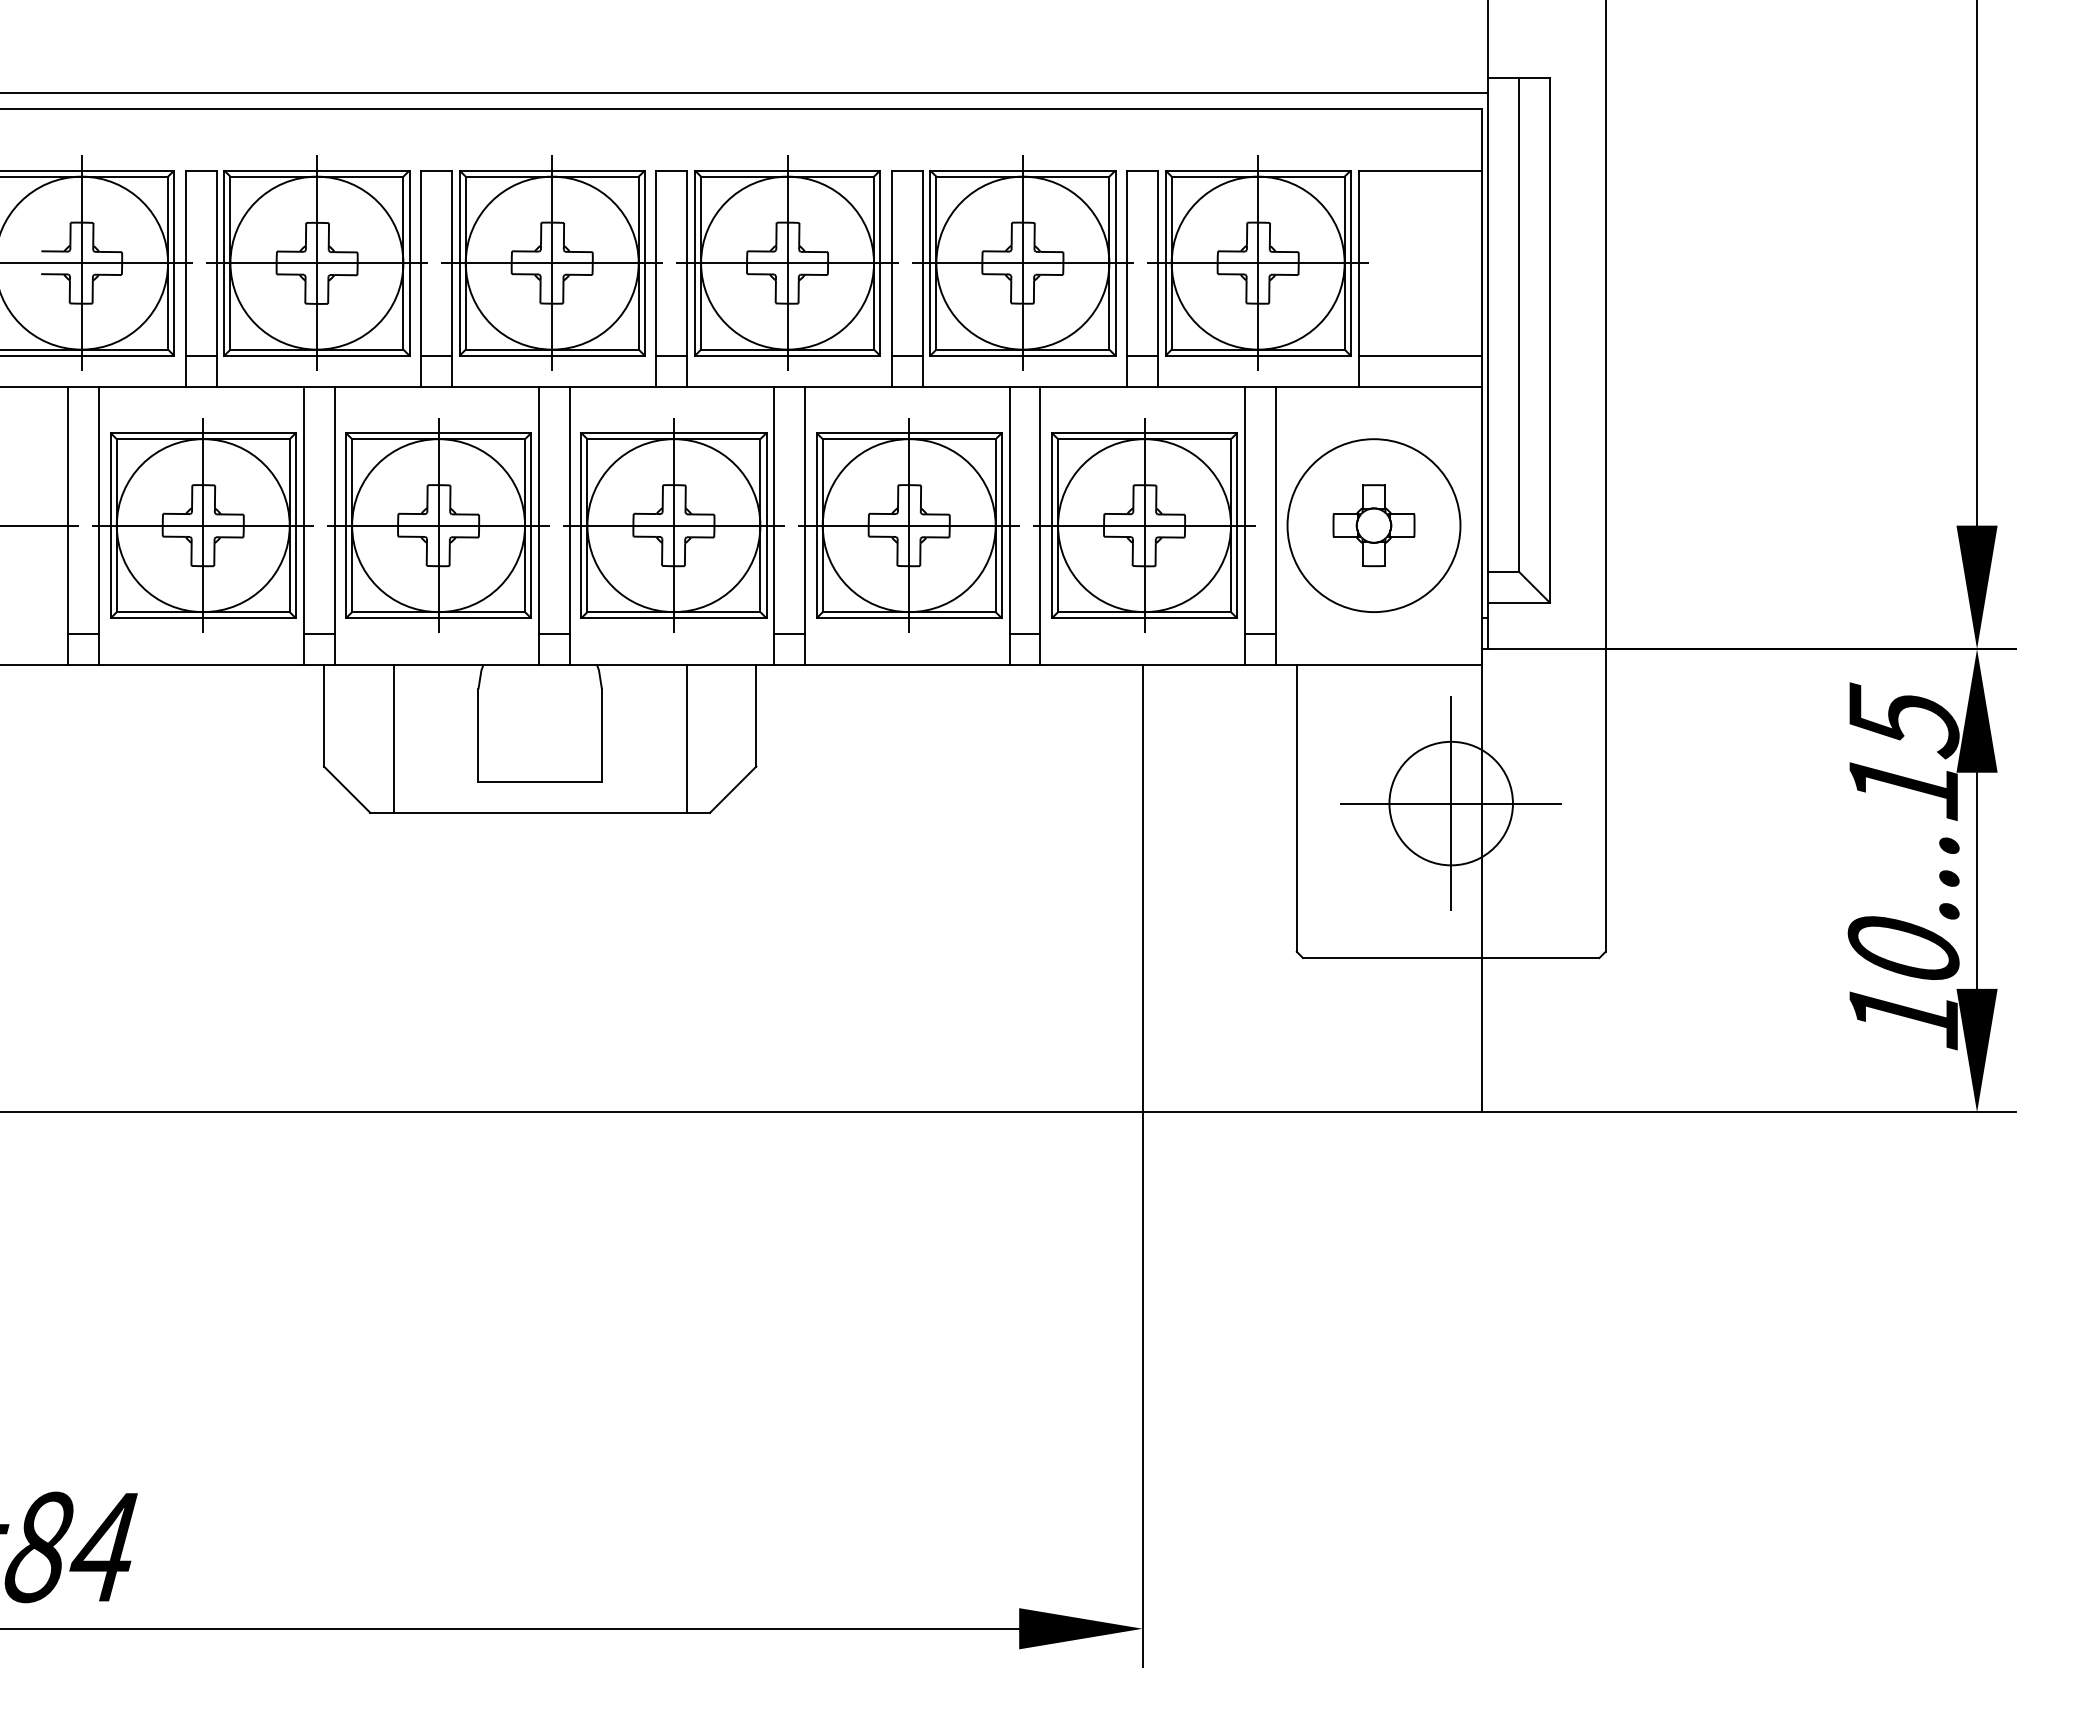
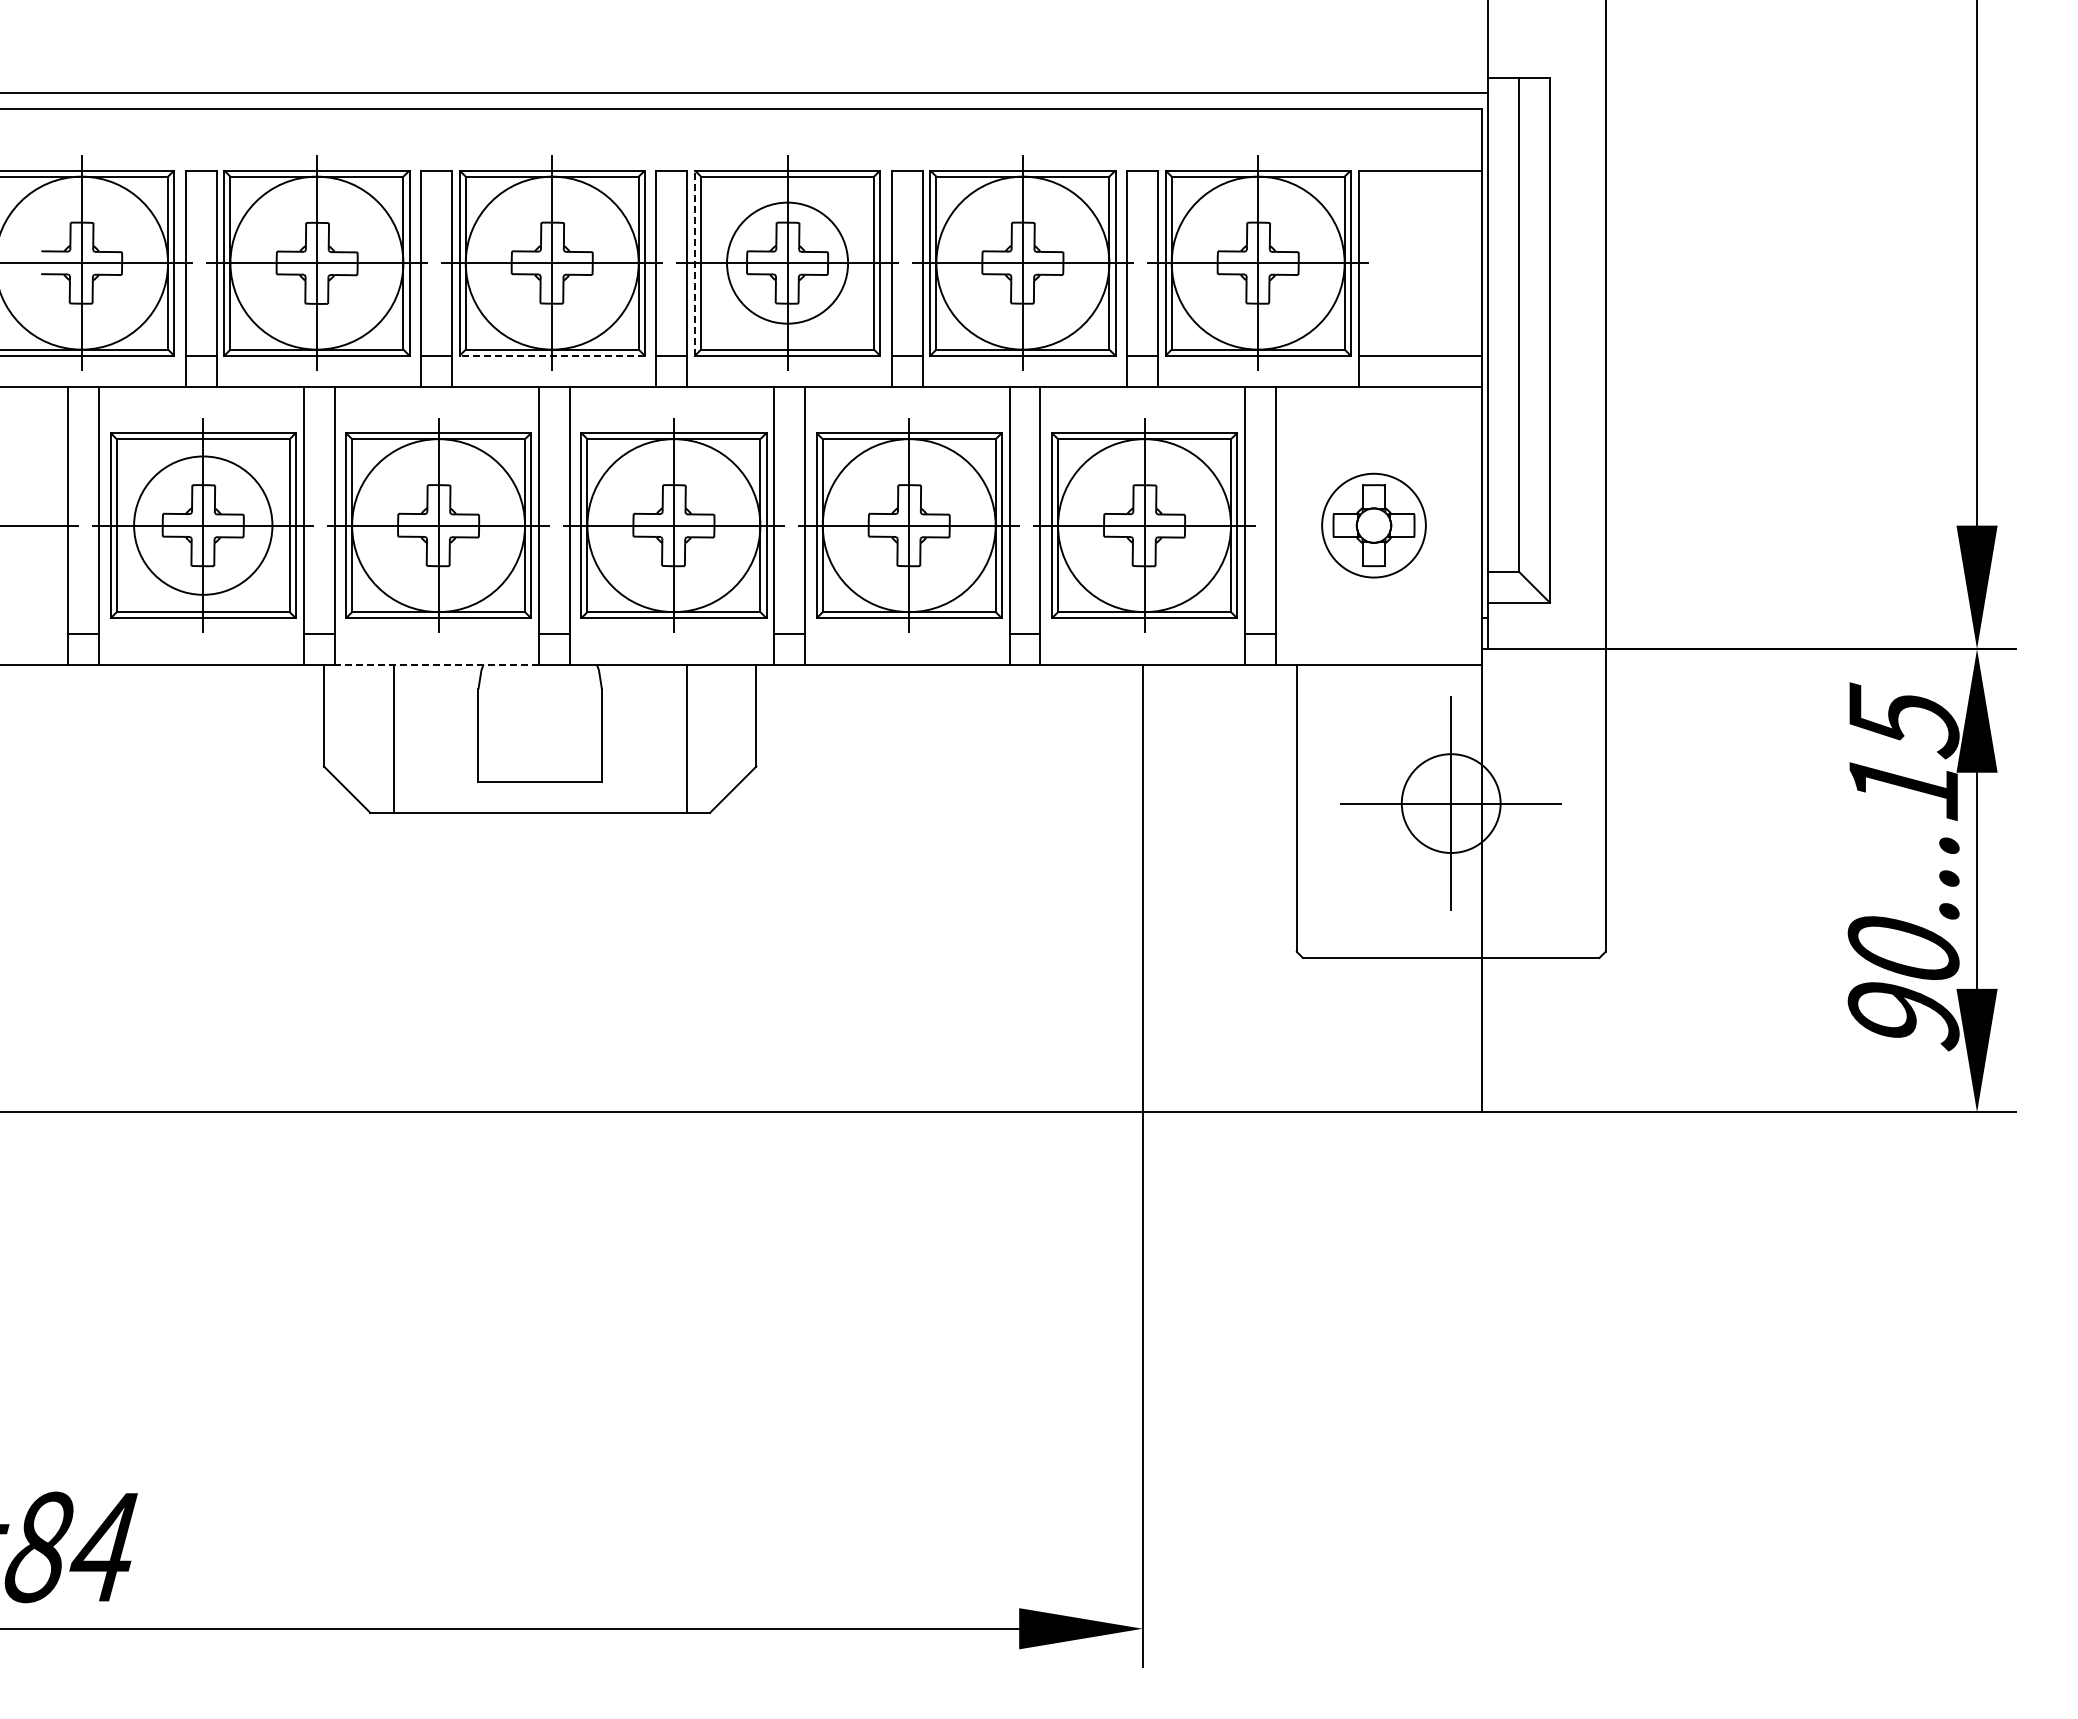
circle at (787, 262) diameter: 173 px -> 121 px
line at (694, 263): solid -> dashed
line at (552, 355): solid -> dashed
circle at (202, 525) diameter: 173 px -> 138 px
circle at (1373, 525) diameter: 173 px -> 104 px
line at (436, 664): solid -> dashed
circle at (1450, 803) diameter: 124 px -> 99 px
text at (1903, 1016): 10...15 -> 90...15
